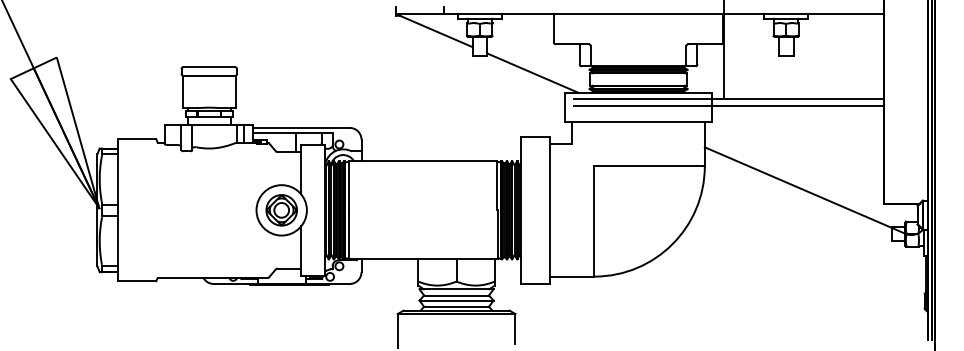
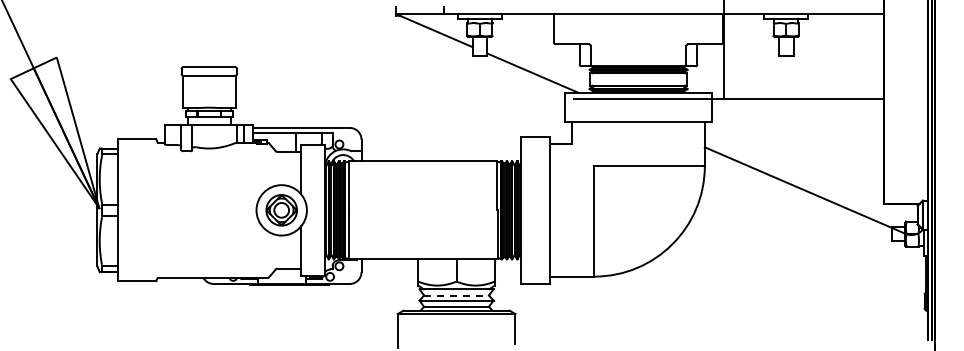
line at (728, 105): present -> none
line at (457, 295): solid -> dashed
